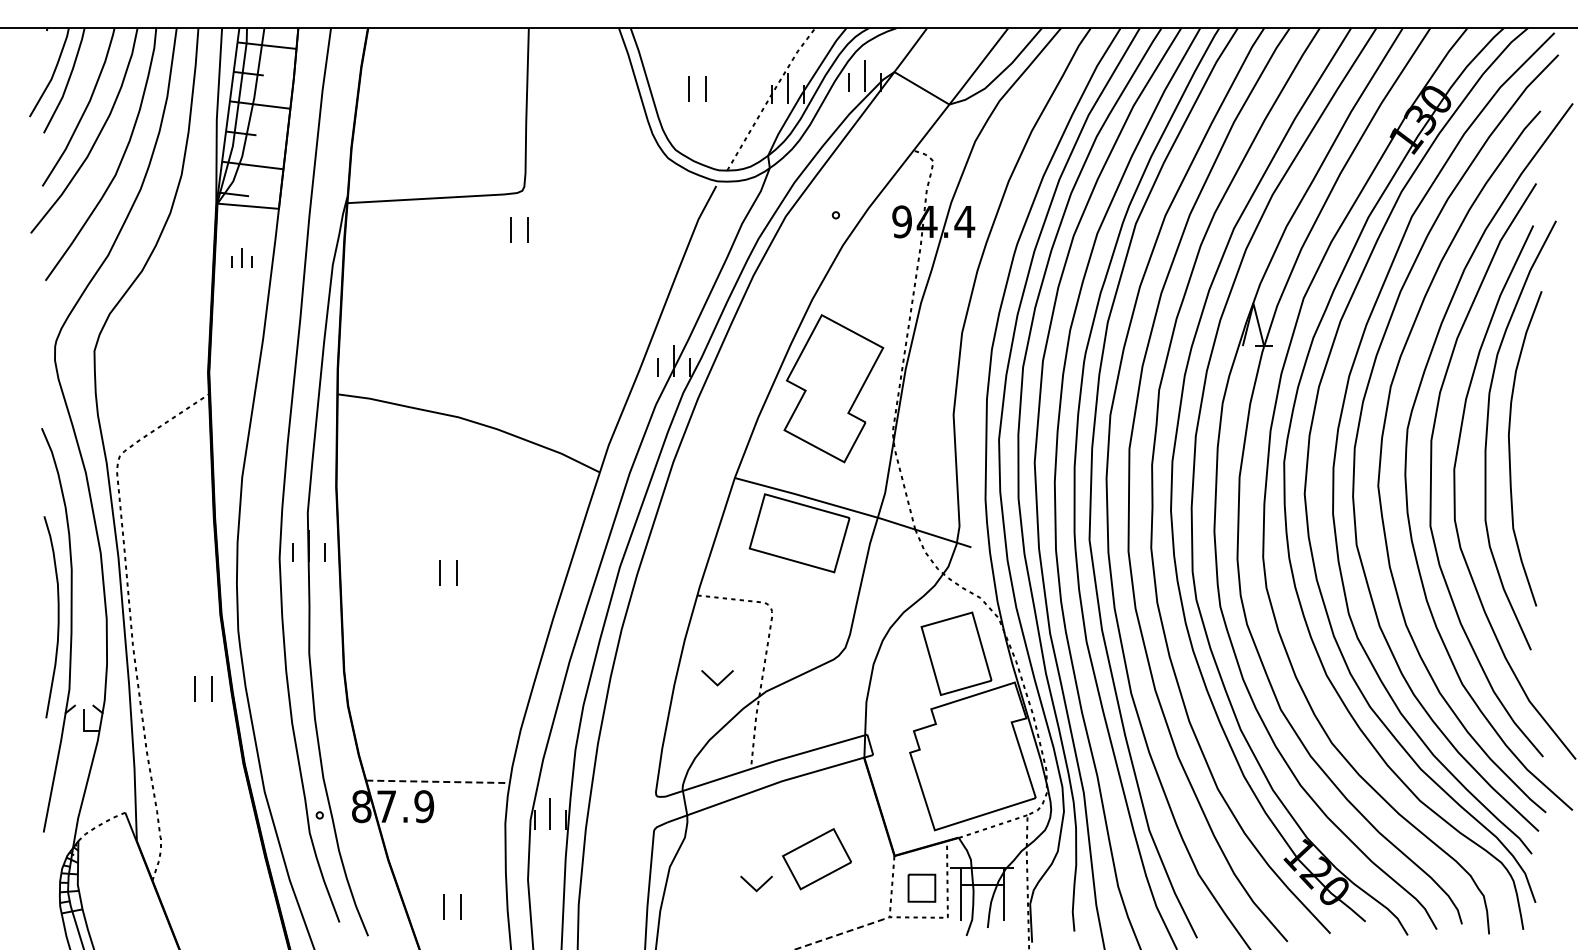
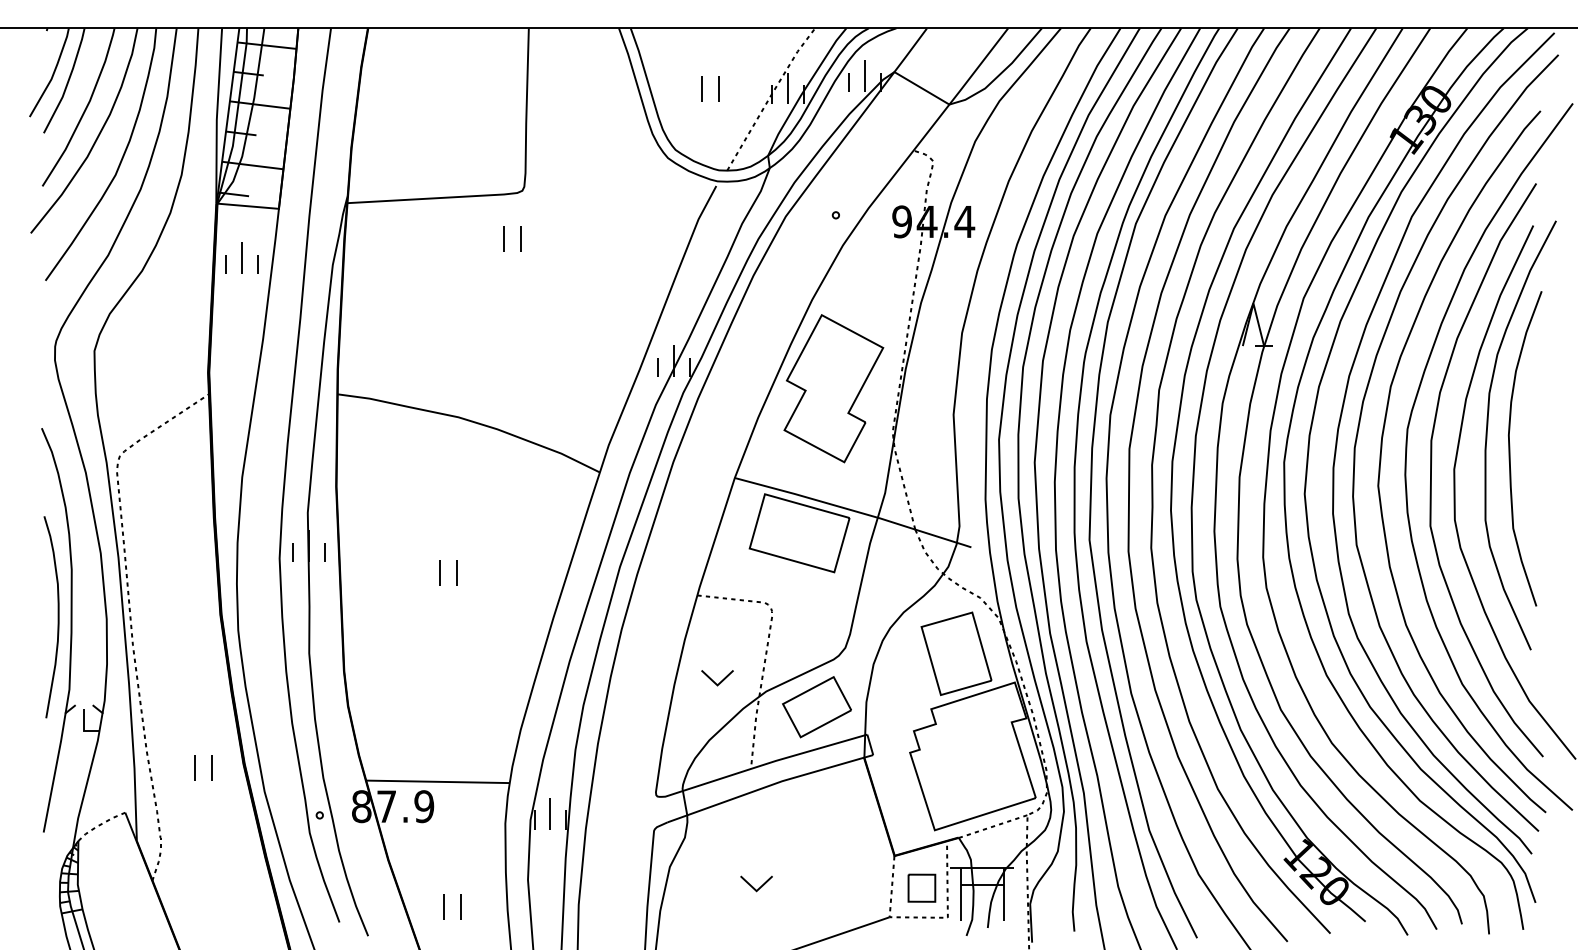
part at (689, 88) position: (689, 88) -> (702, 88)
part at (511, 229) position: (511, 229) -> (504, 238)
part at (241, 257) size: 22x20 px -> 34x32 px
part at (195, 688) position: (195, 688) -> (195, 767)
line at (438, 781): dashed -> solid
part at (816, 859) position: (816, 859) -> (816, 707)
line at (843, 933): dashed -> solid
